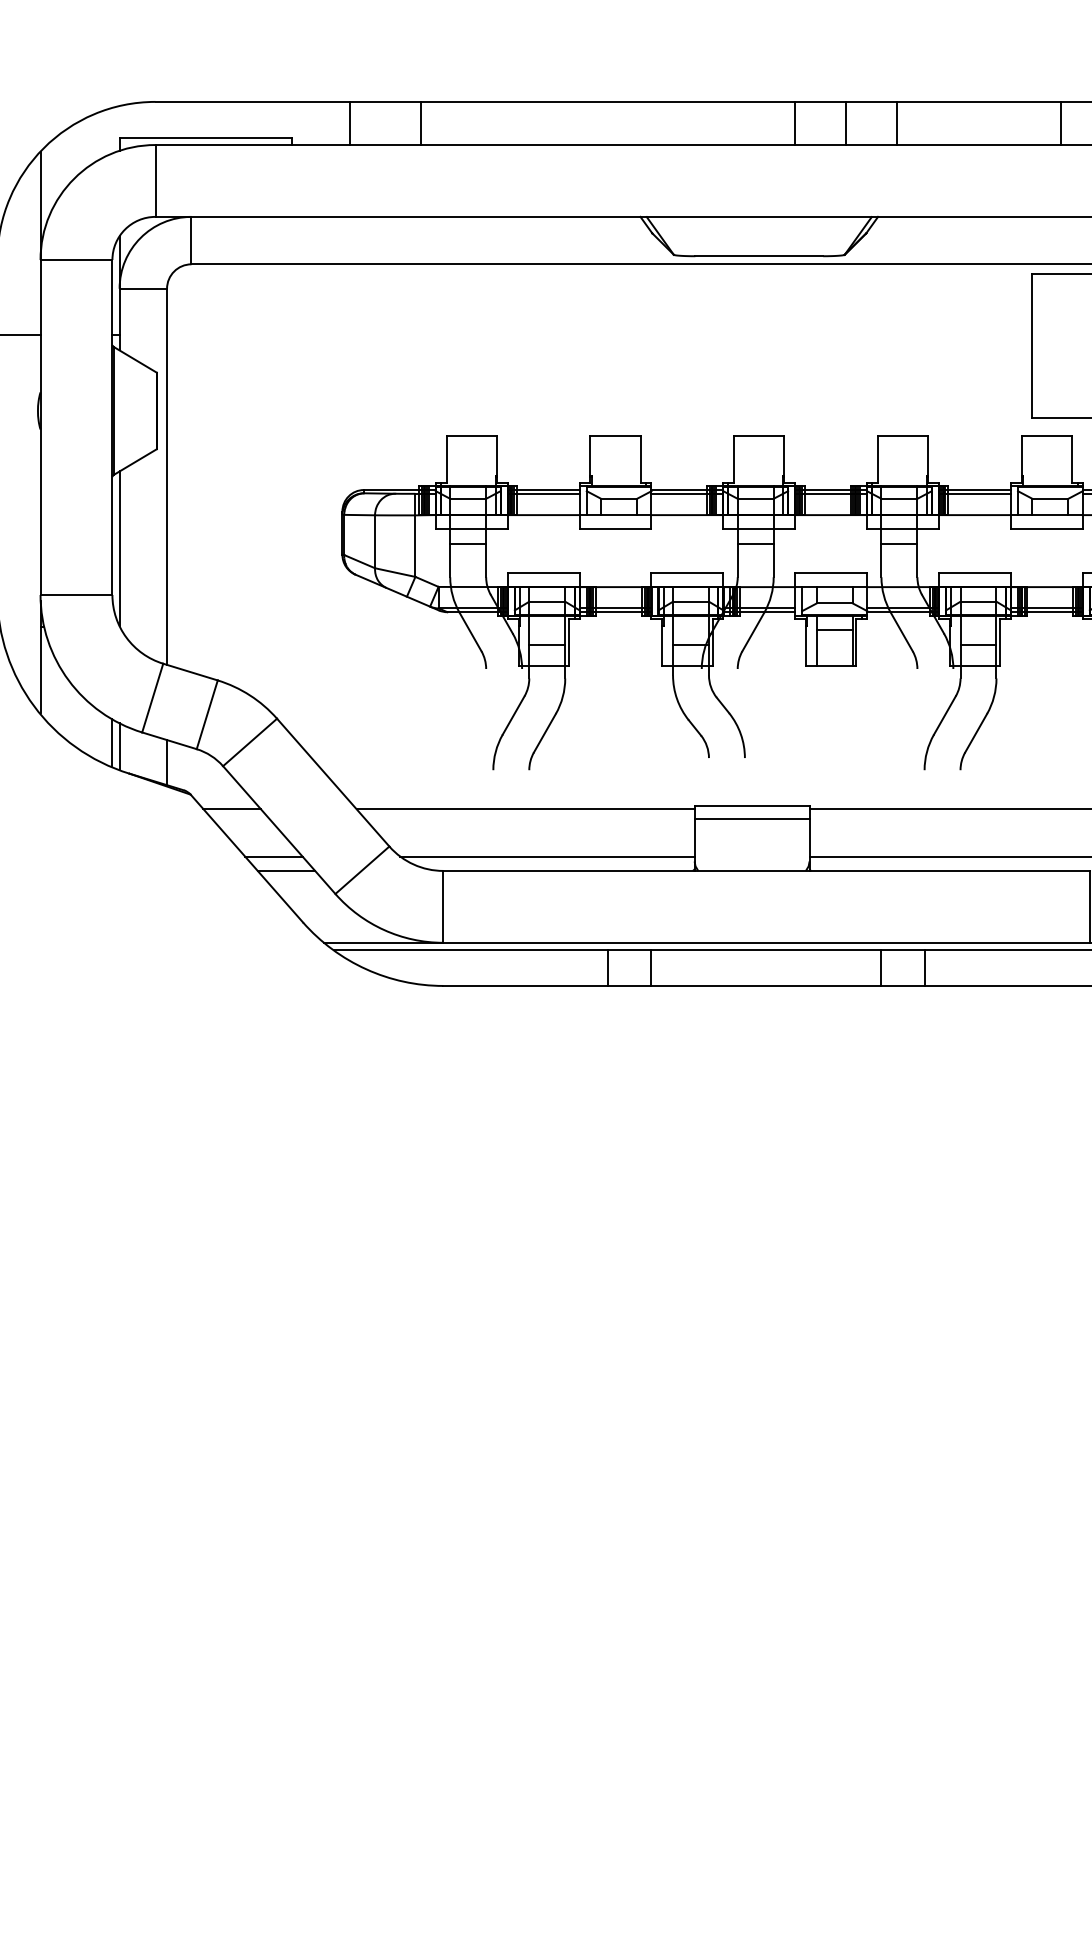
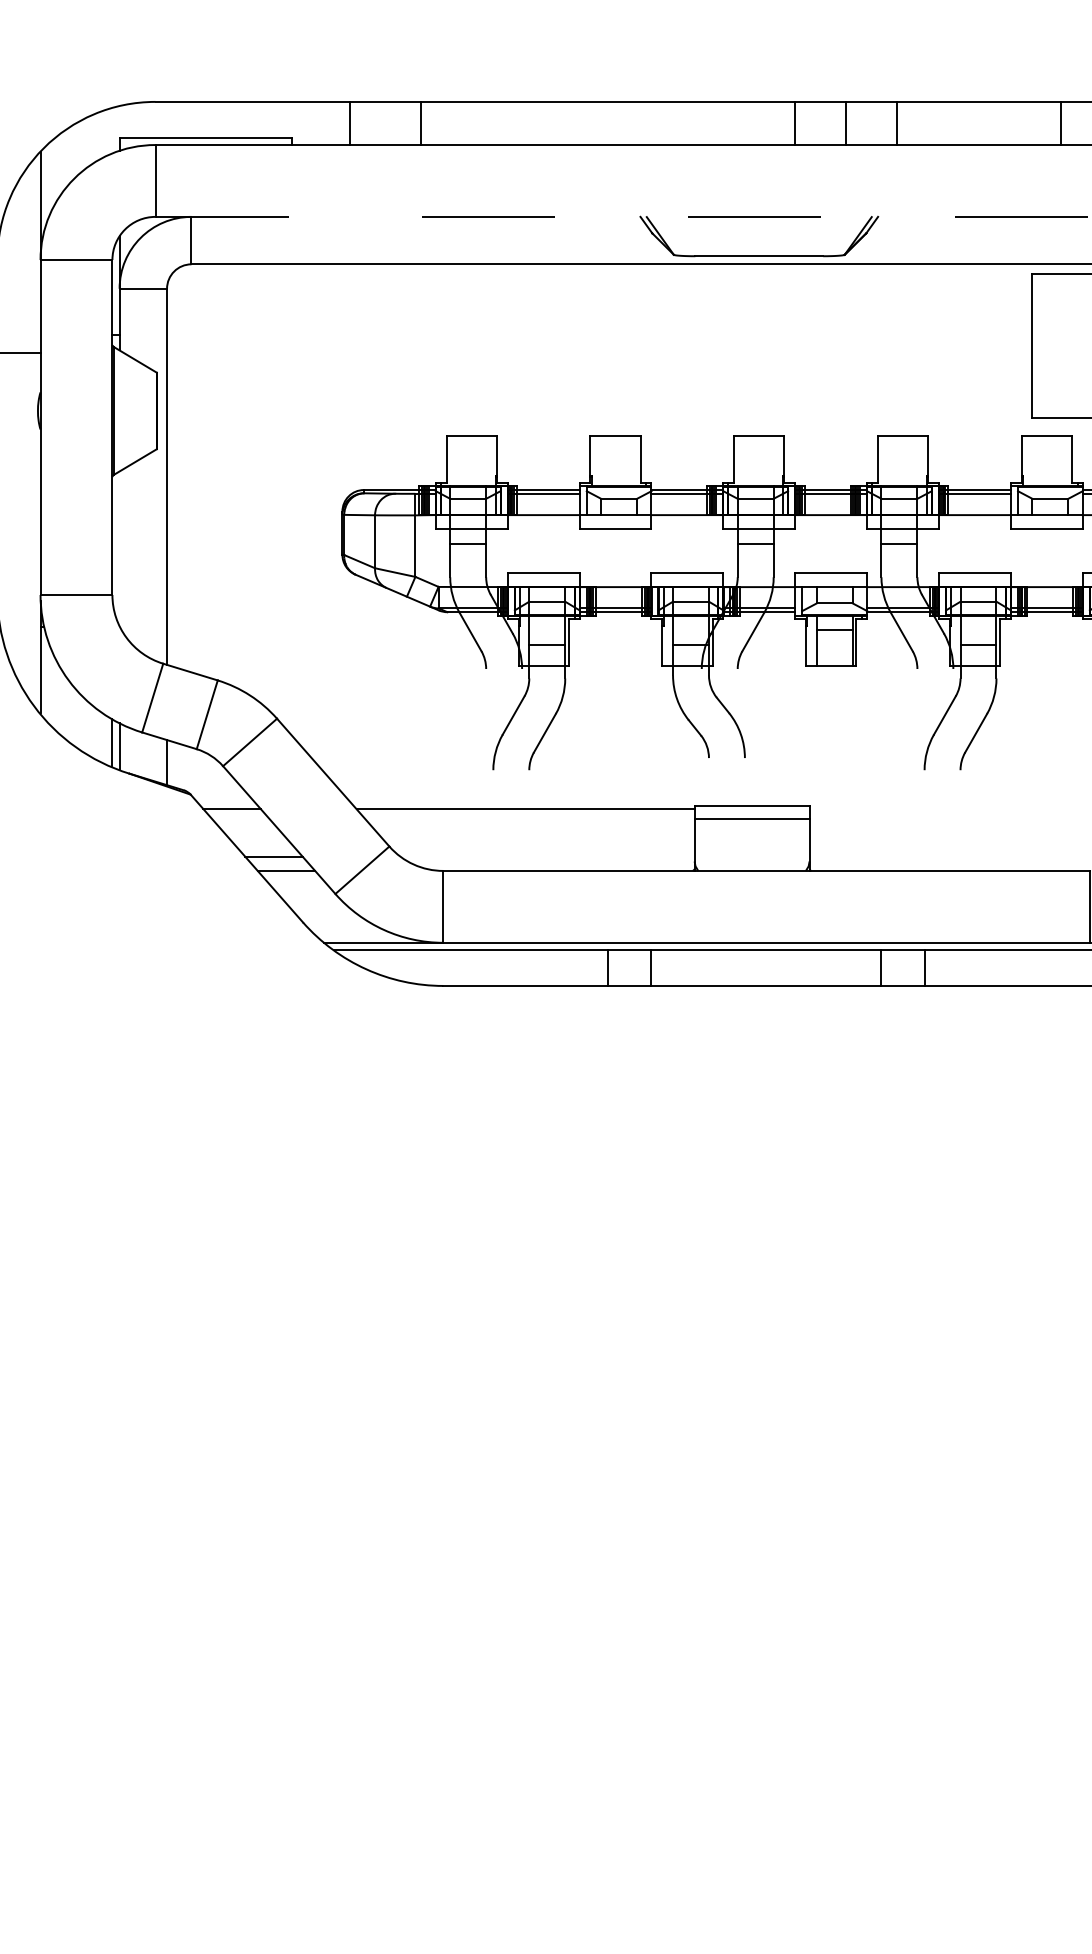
line at (623, 216): solid -> dashed
line at (21, 335) position: (21, 335) -> (21, 353)
line at (119, 548): present -> none
line at (948, 809): present -> none
line at (547, 856): present -> none
line at (948, 856): present -> none
